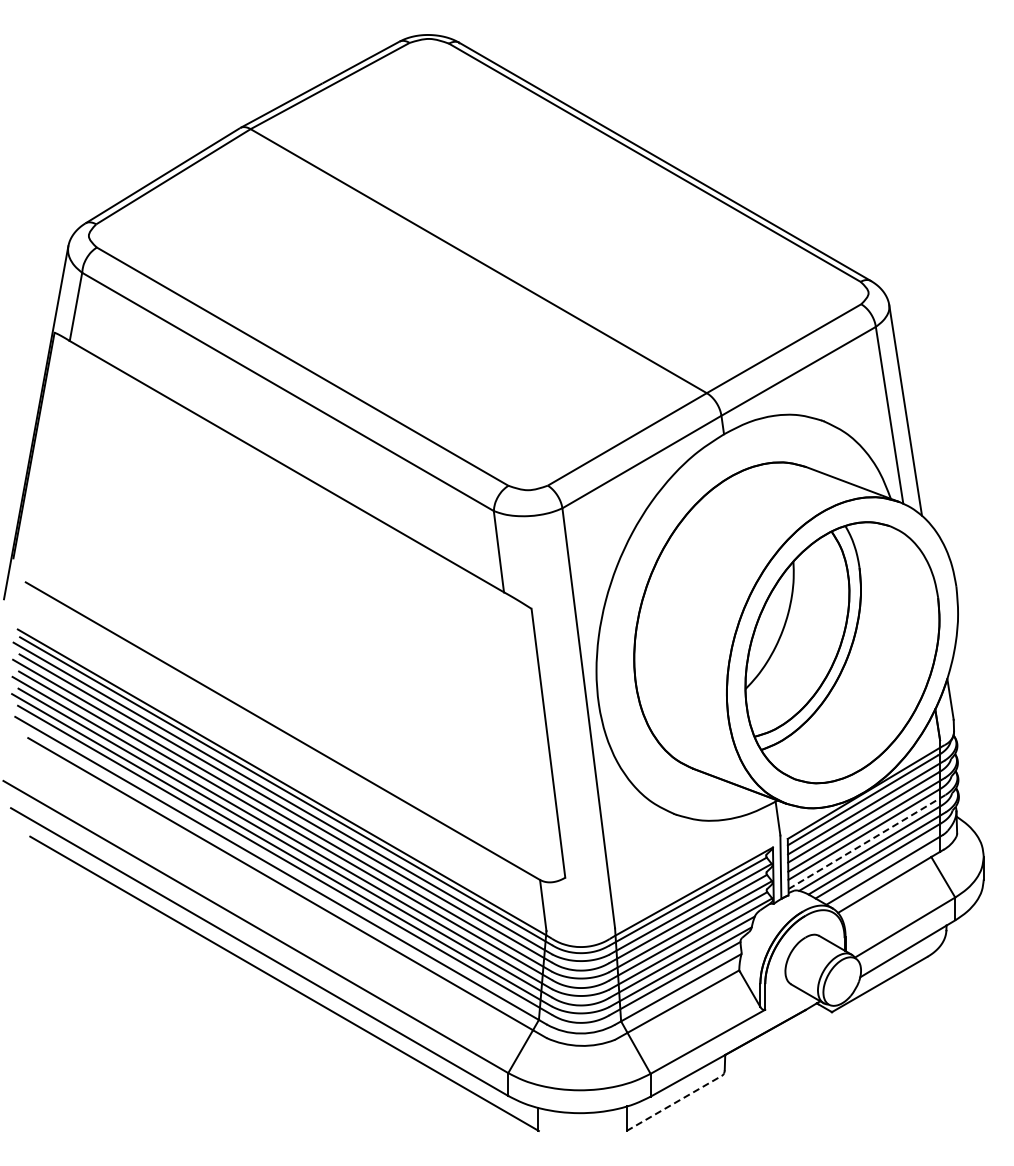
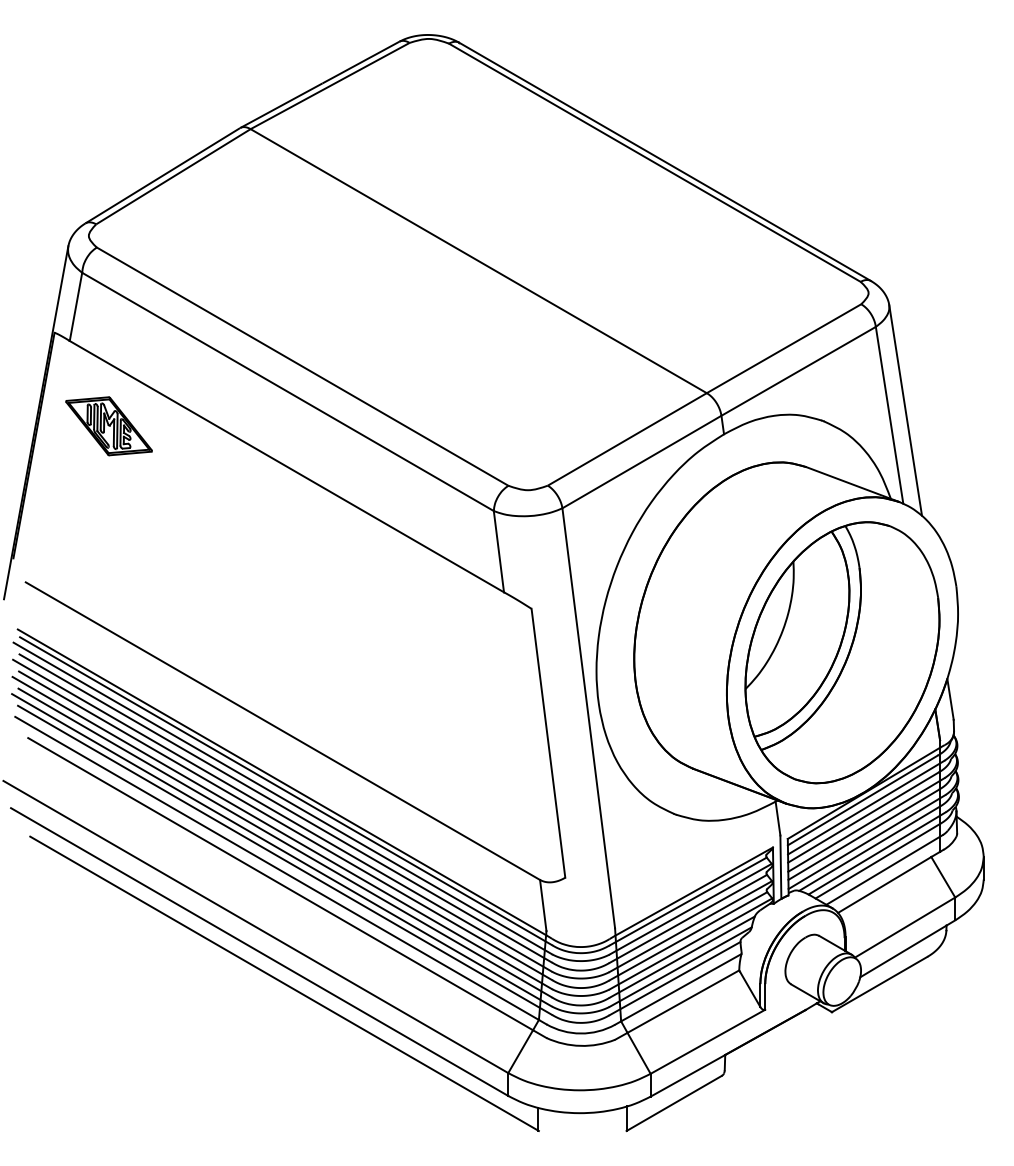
part at (108, 426): none -> present
line at (867, 841): dashed -> solid
line at (674, 1103): dashed -> solid
